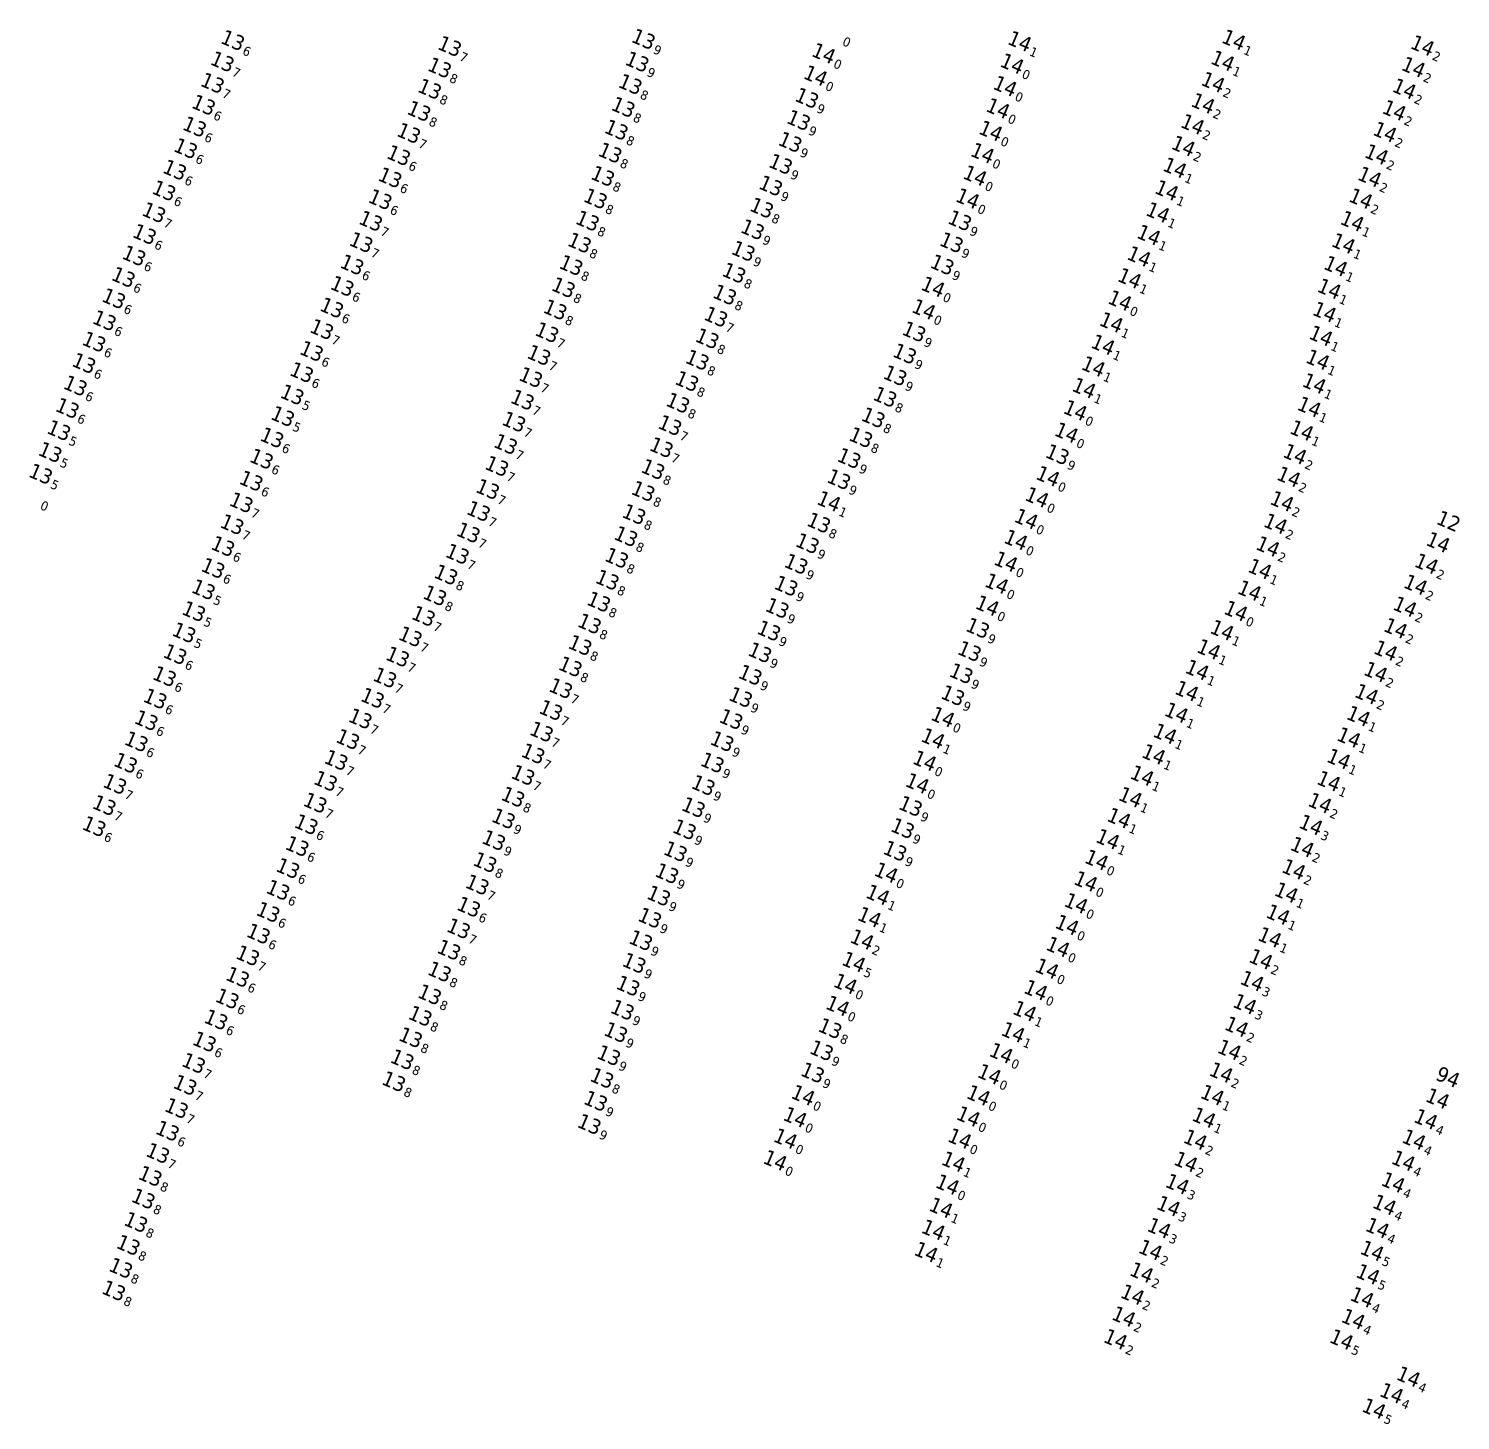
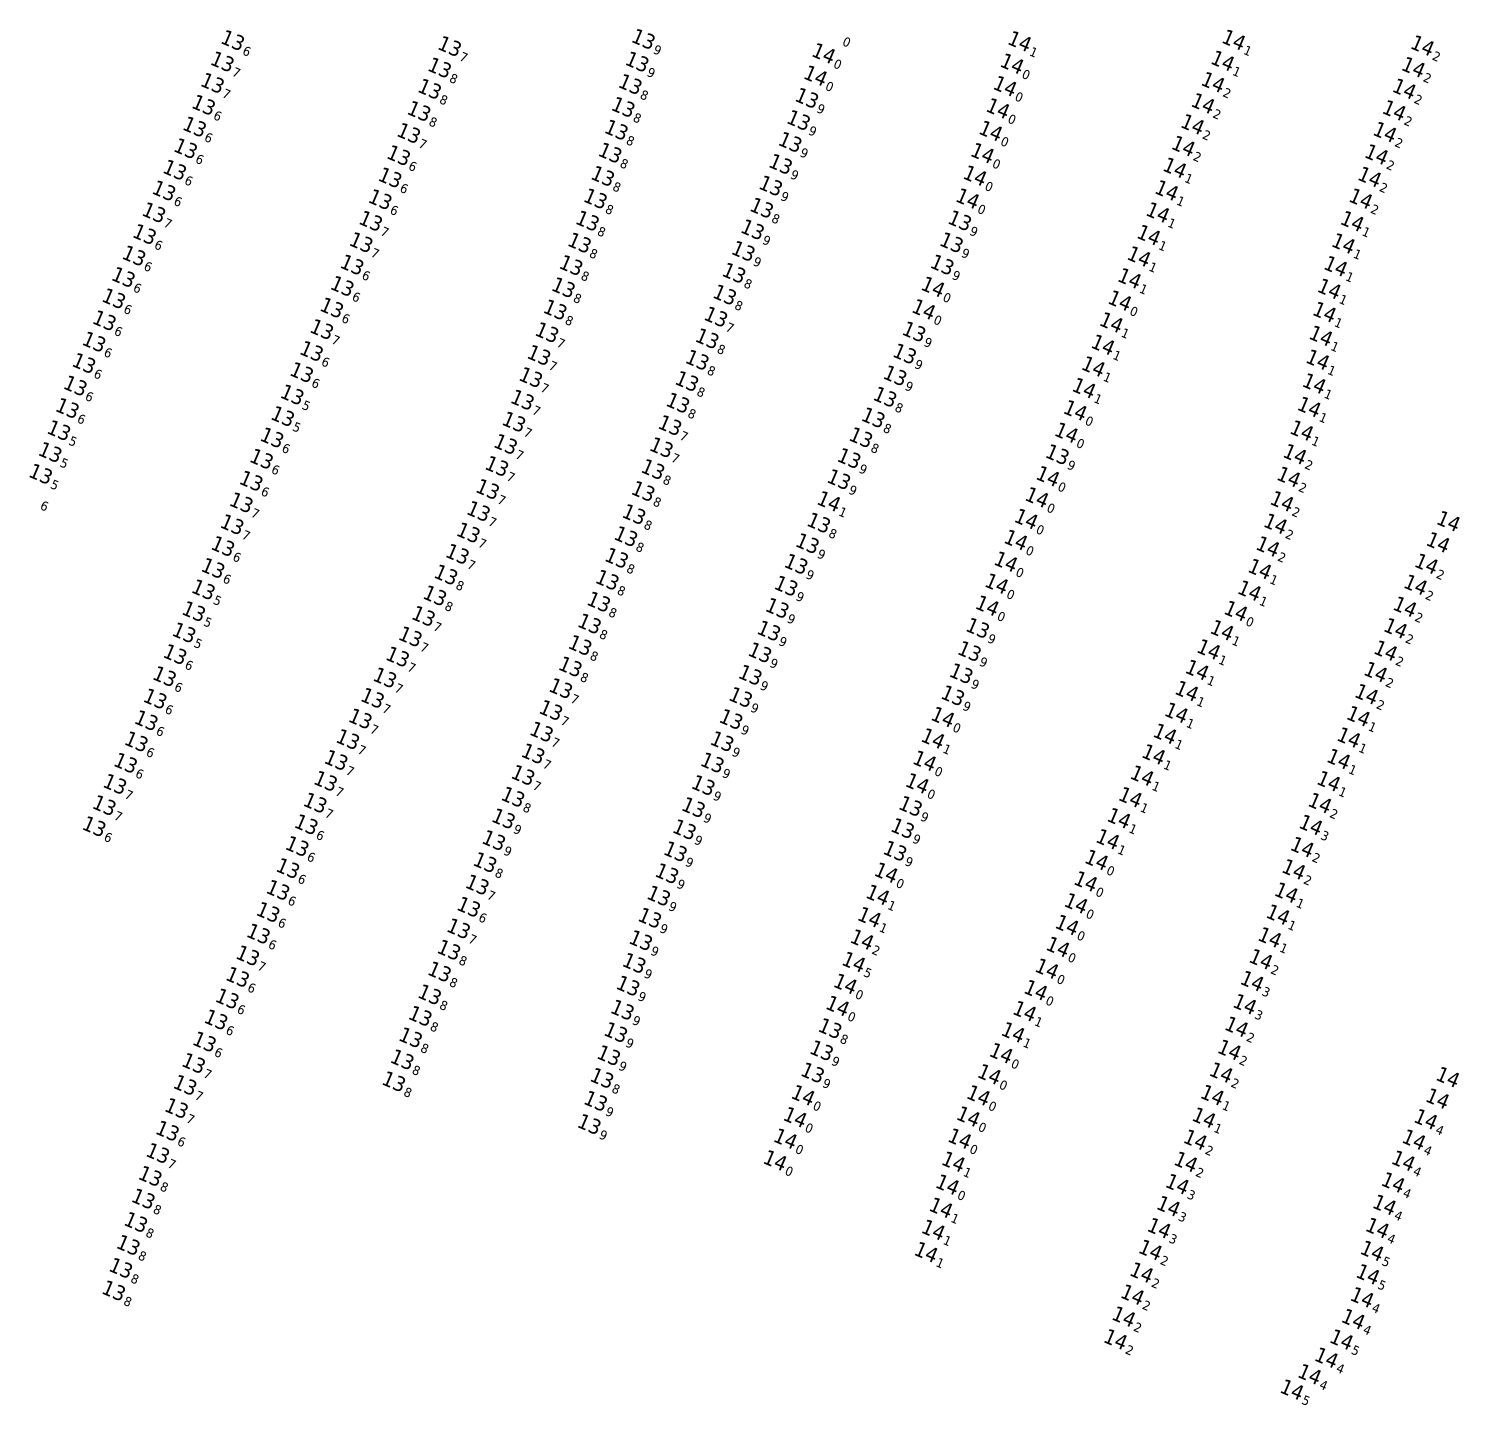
text at (45, 505): 0 -> 6
text at (1453, 523): 12 -> 14
text at (1442, 1074): 94 -> 14
text at (1393, 1394) position: (1393, 1394) -> (1311, 1375)
